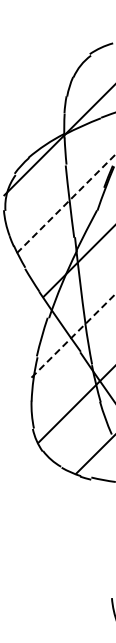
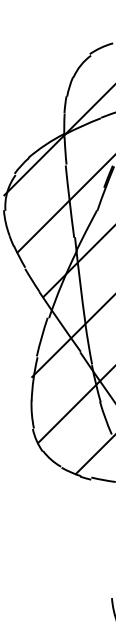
line at (66, 203): dashed -> solid
line at (73, 335): dashed -> solid
